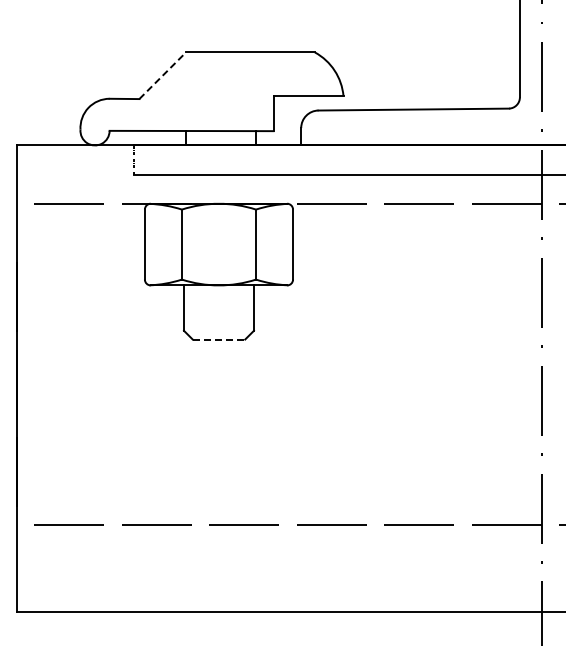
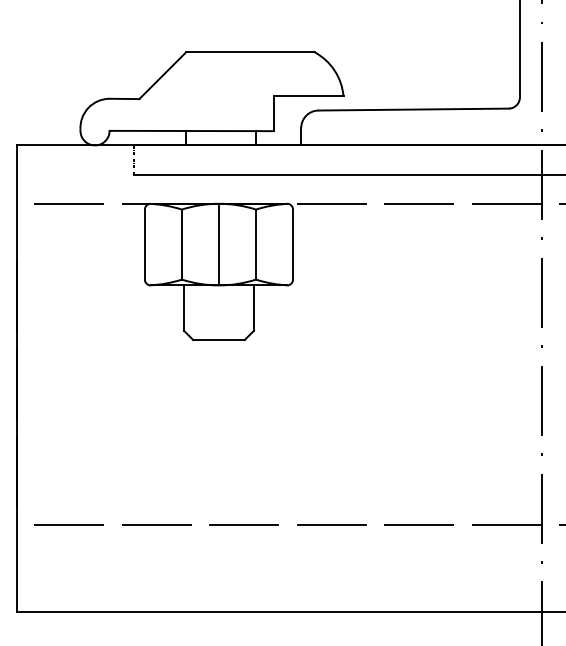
line at (162, 75): dashed -> solid
line at (218, 244): none -> present
line at (219, 339): dashed -> solid
